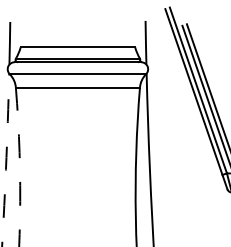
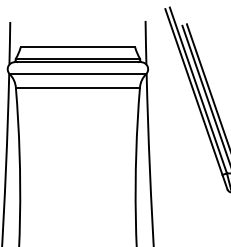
arc at (6, 160): dashed -> solid
arc at (19, 166): dashed -> solid
